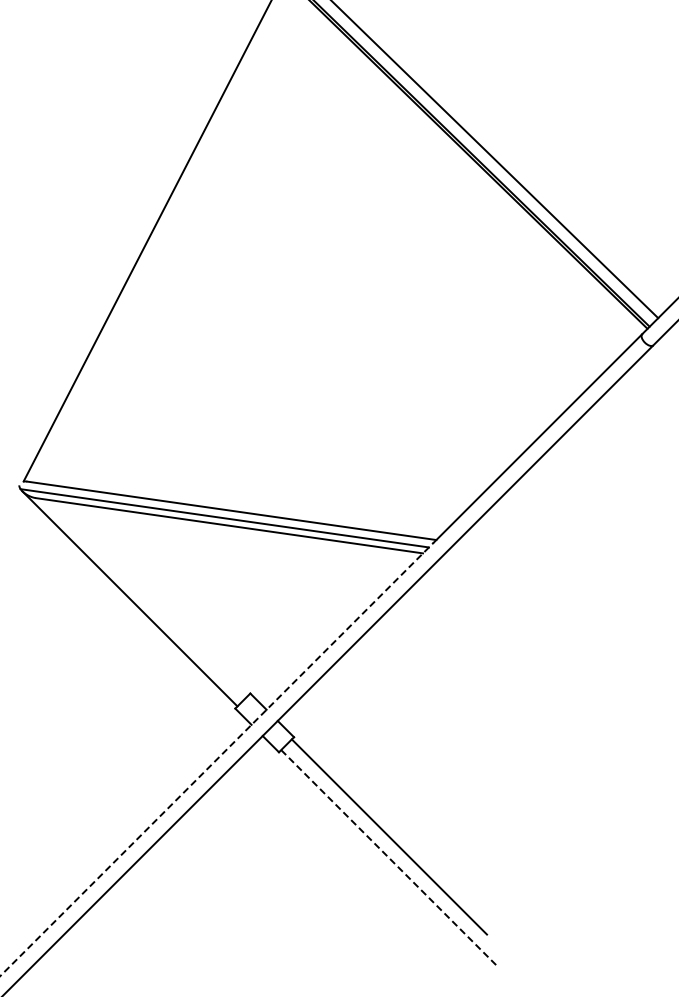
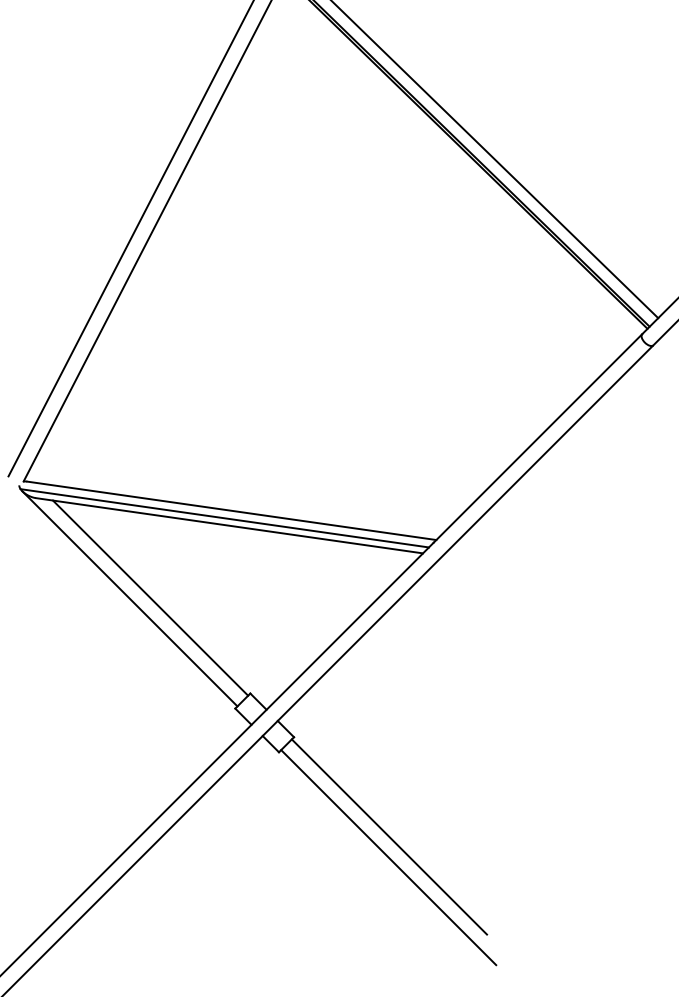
line at (130, 239): none -> present
line at (150, 597): none -> present
line at (217, 758): dashed -> solid
line at (389, 857): dashed -> solid
